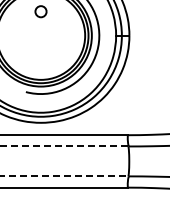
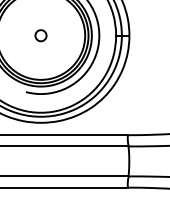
circle at (40, 11) position: (40, 11) -> (40, 35)
line at (64, 146): dashed -> solid
line at (64, 176): dashed -> solid
